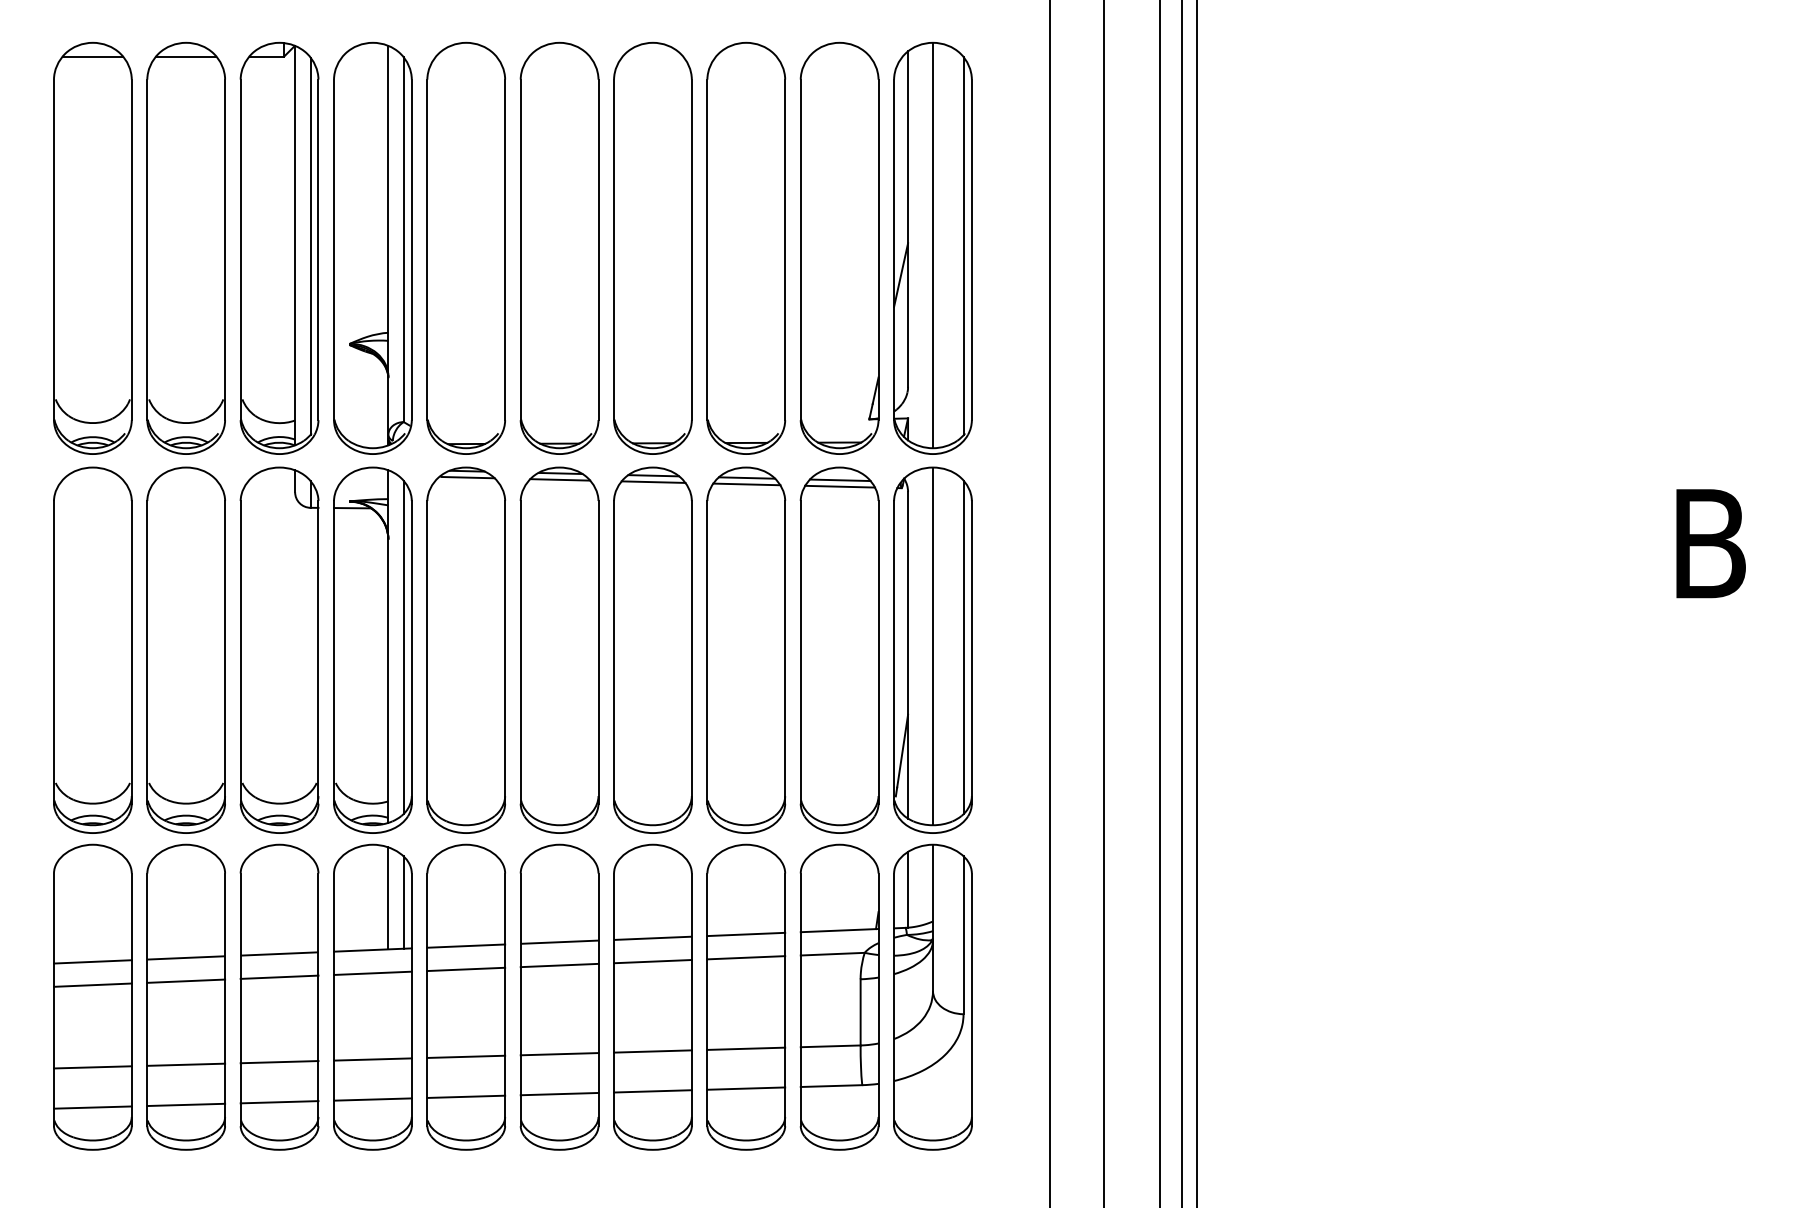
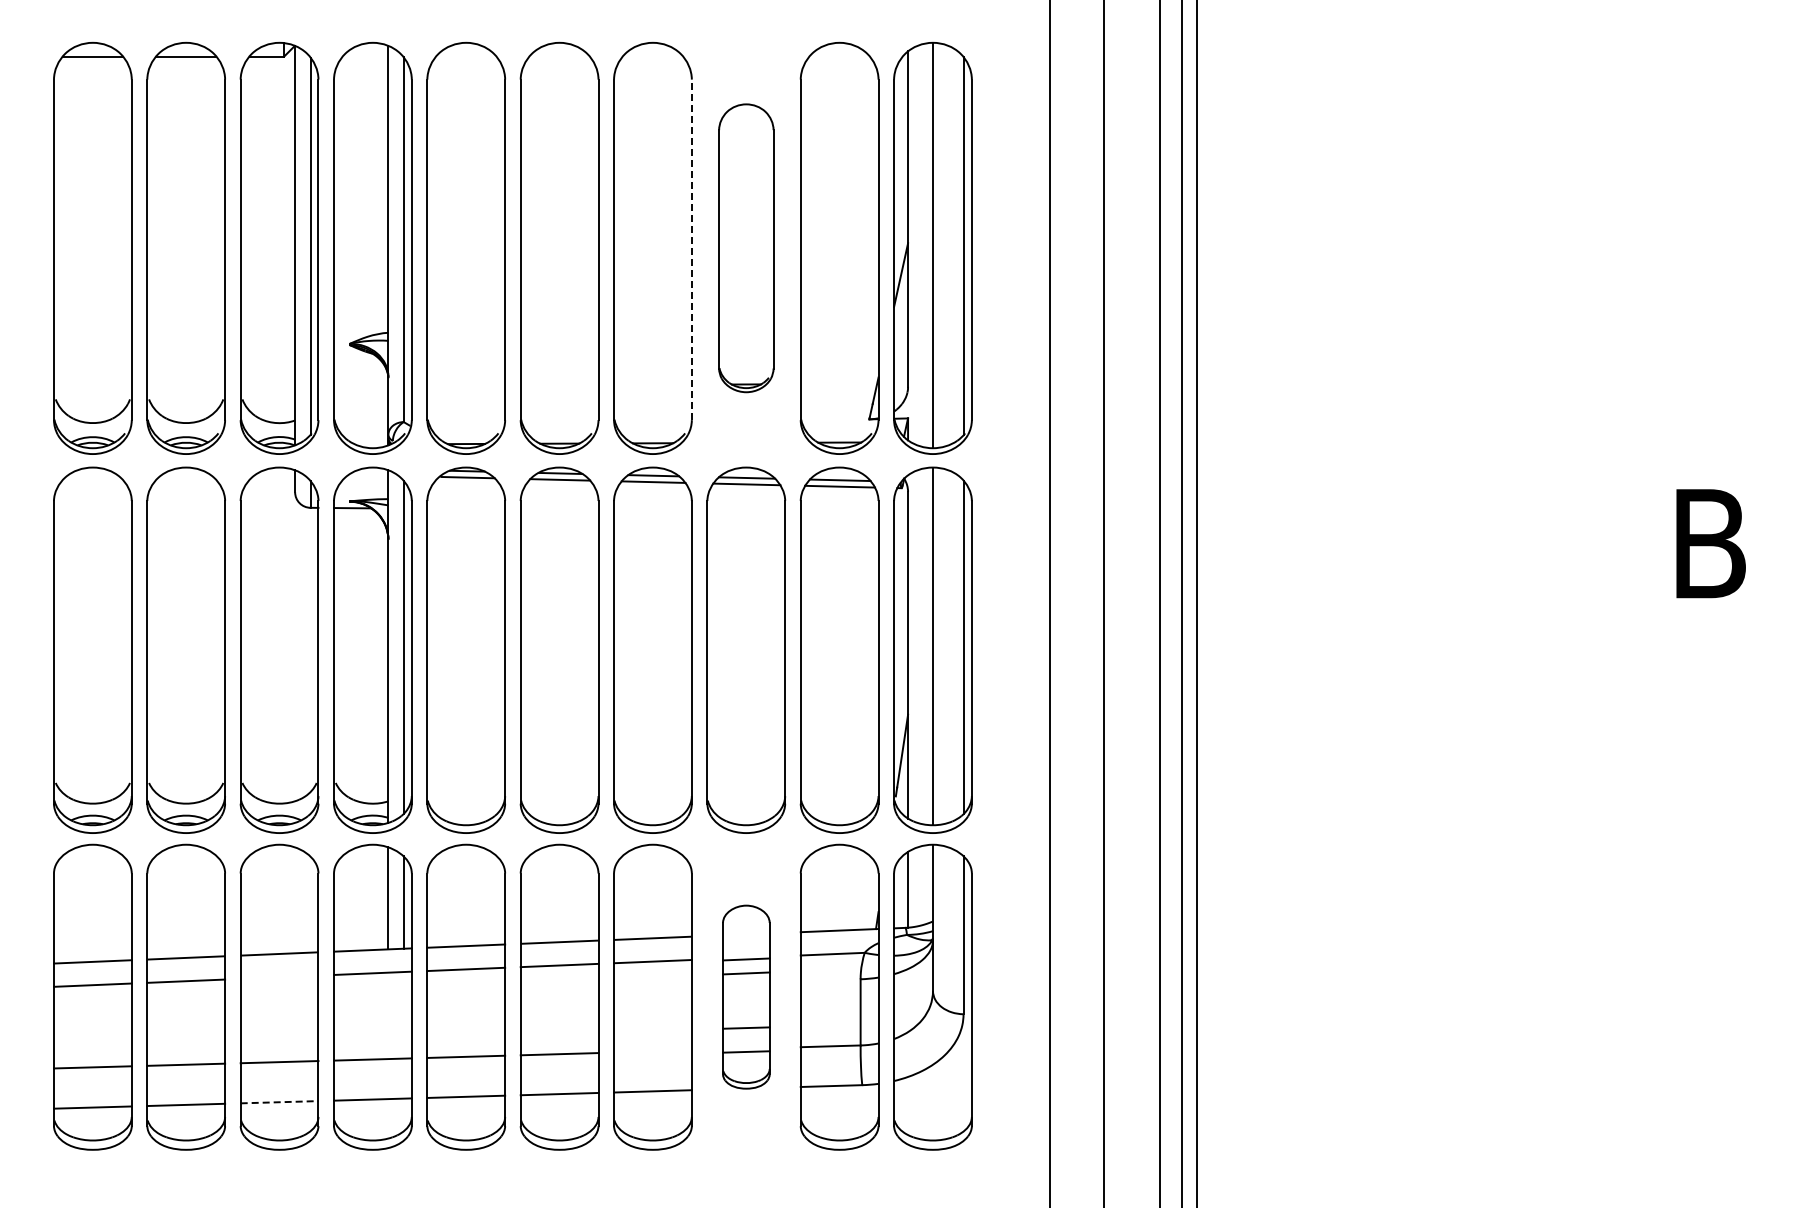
part at (746, 247) size: 81x414 px -> 57x291 px
line at (691, 249): solid -> dashed
line at (279, 976): present -> none
part at (746, 996) size: 81x308 px -> 49x186 px
line at (652, 1051): present -> none
line at (279, 1102): solid -> dashed
